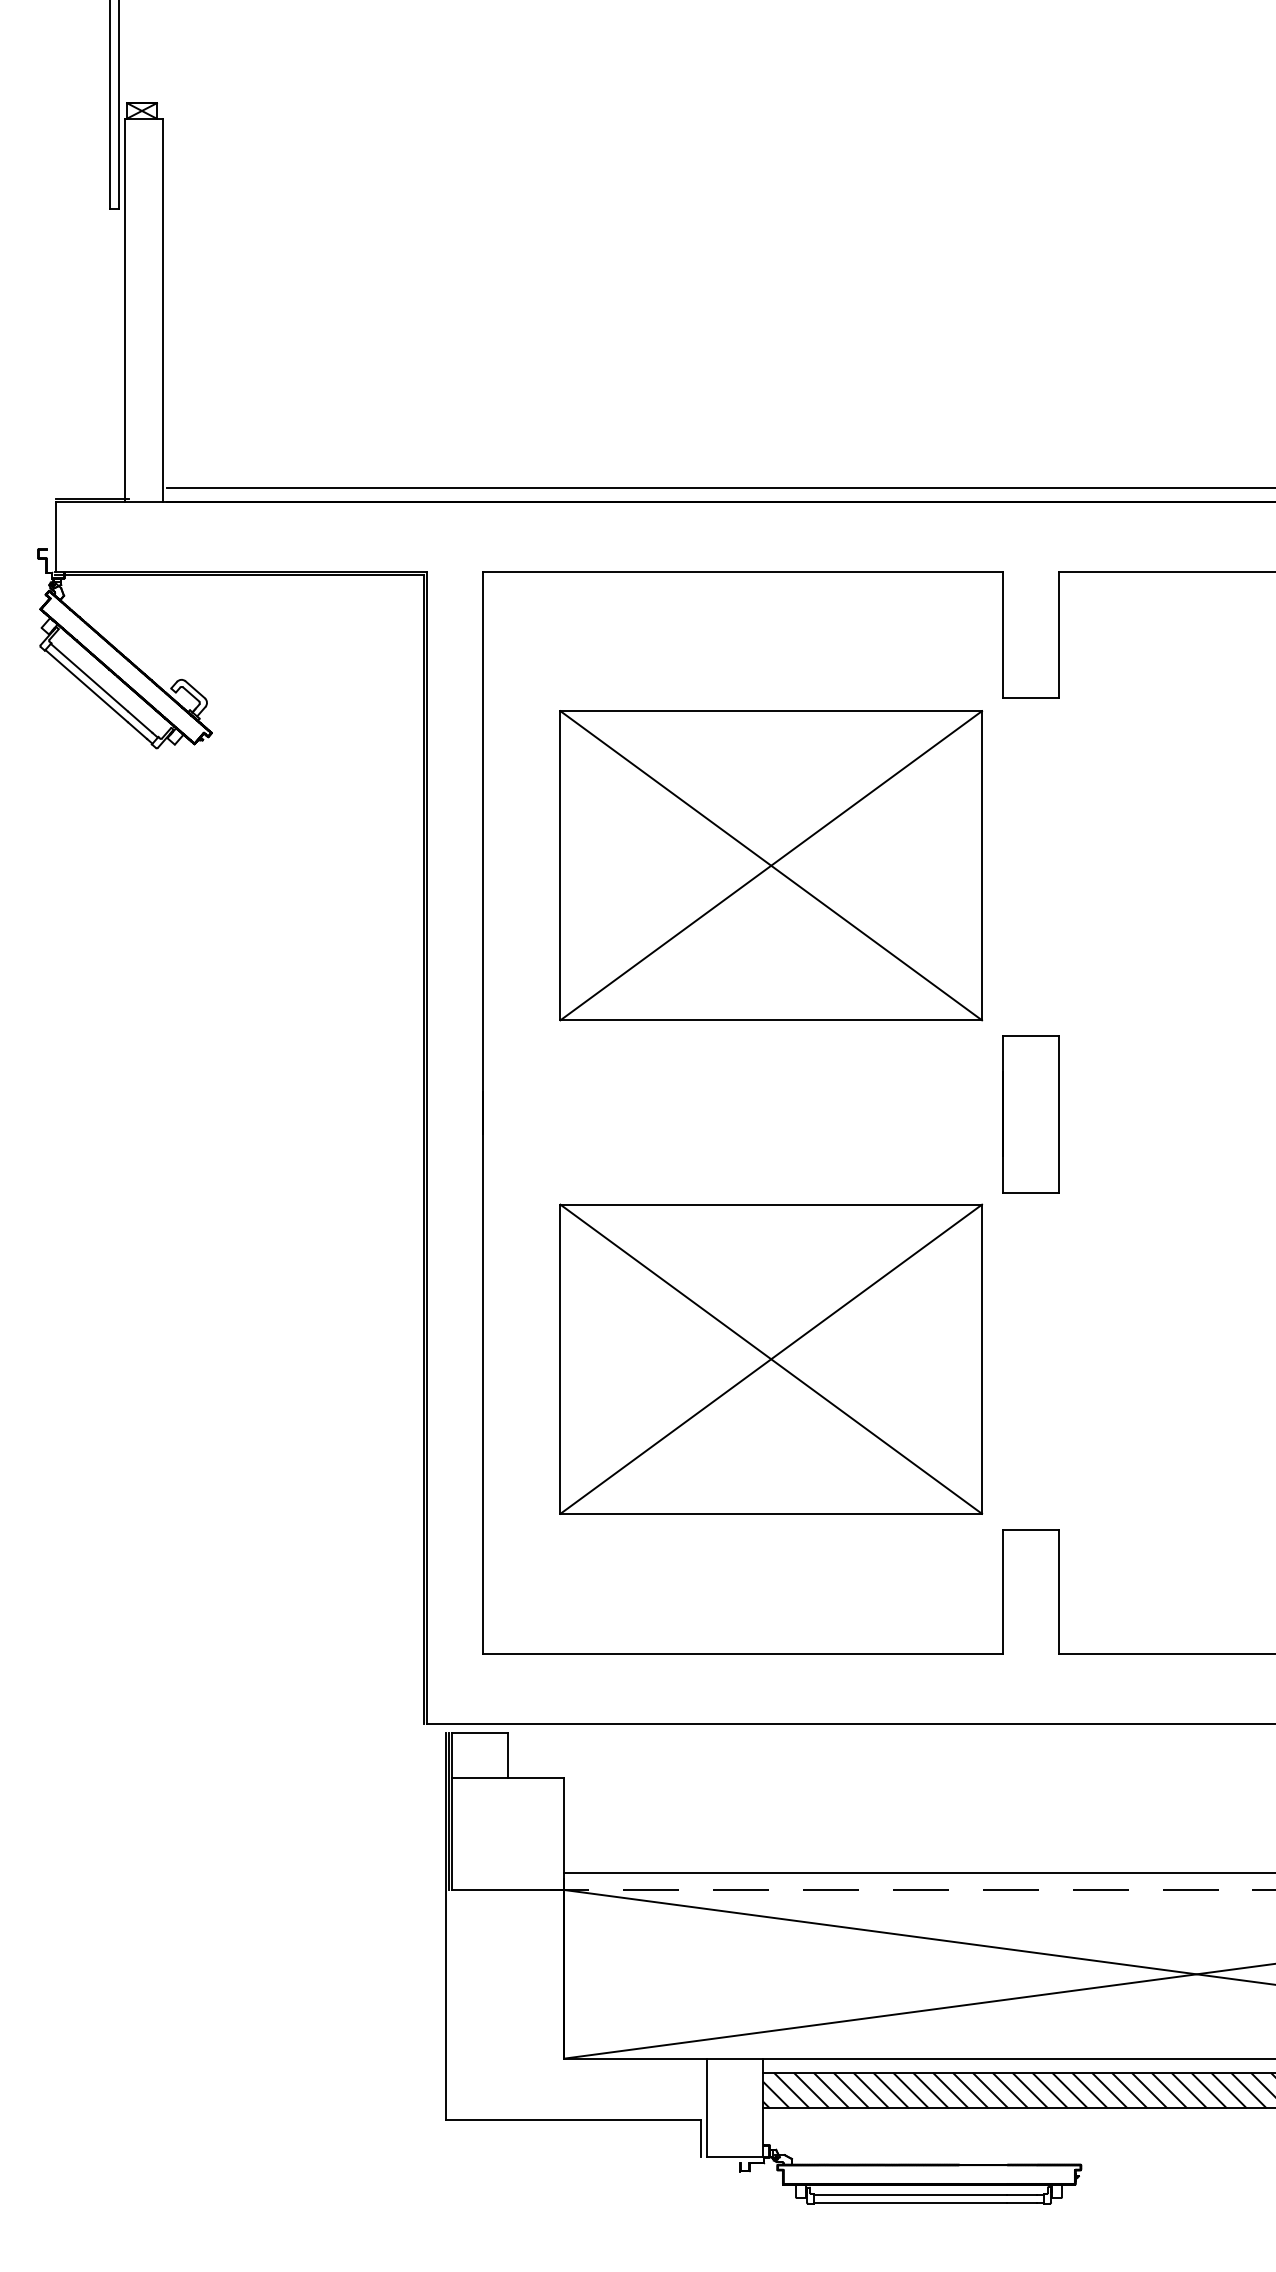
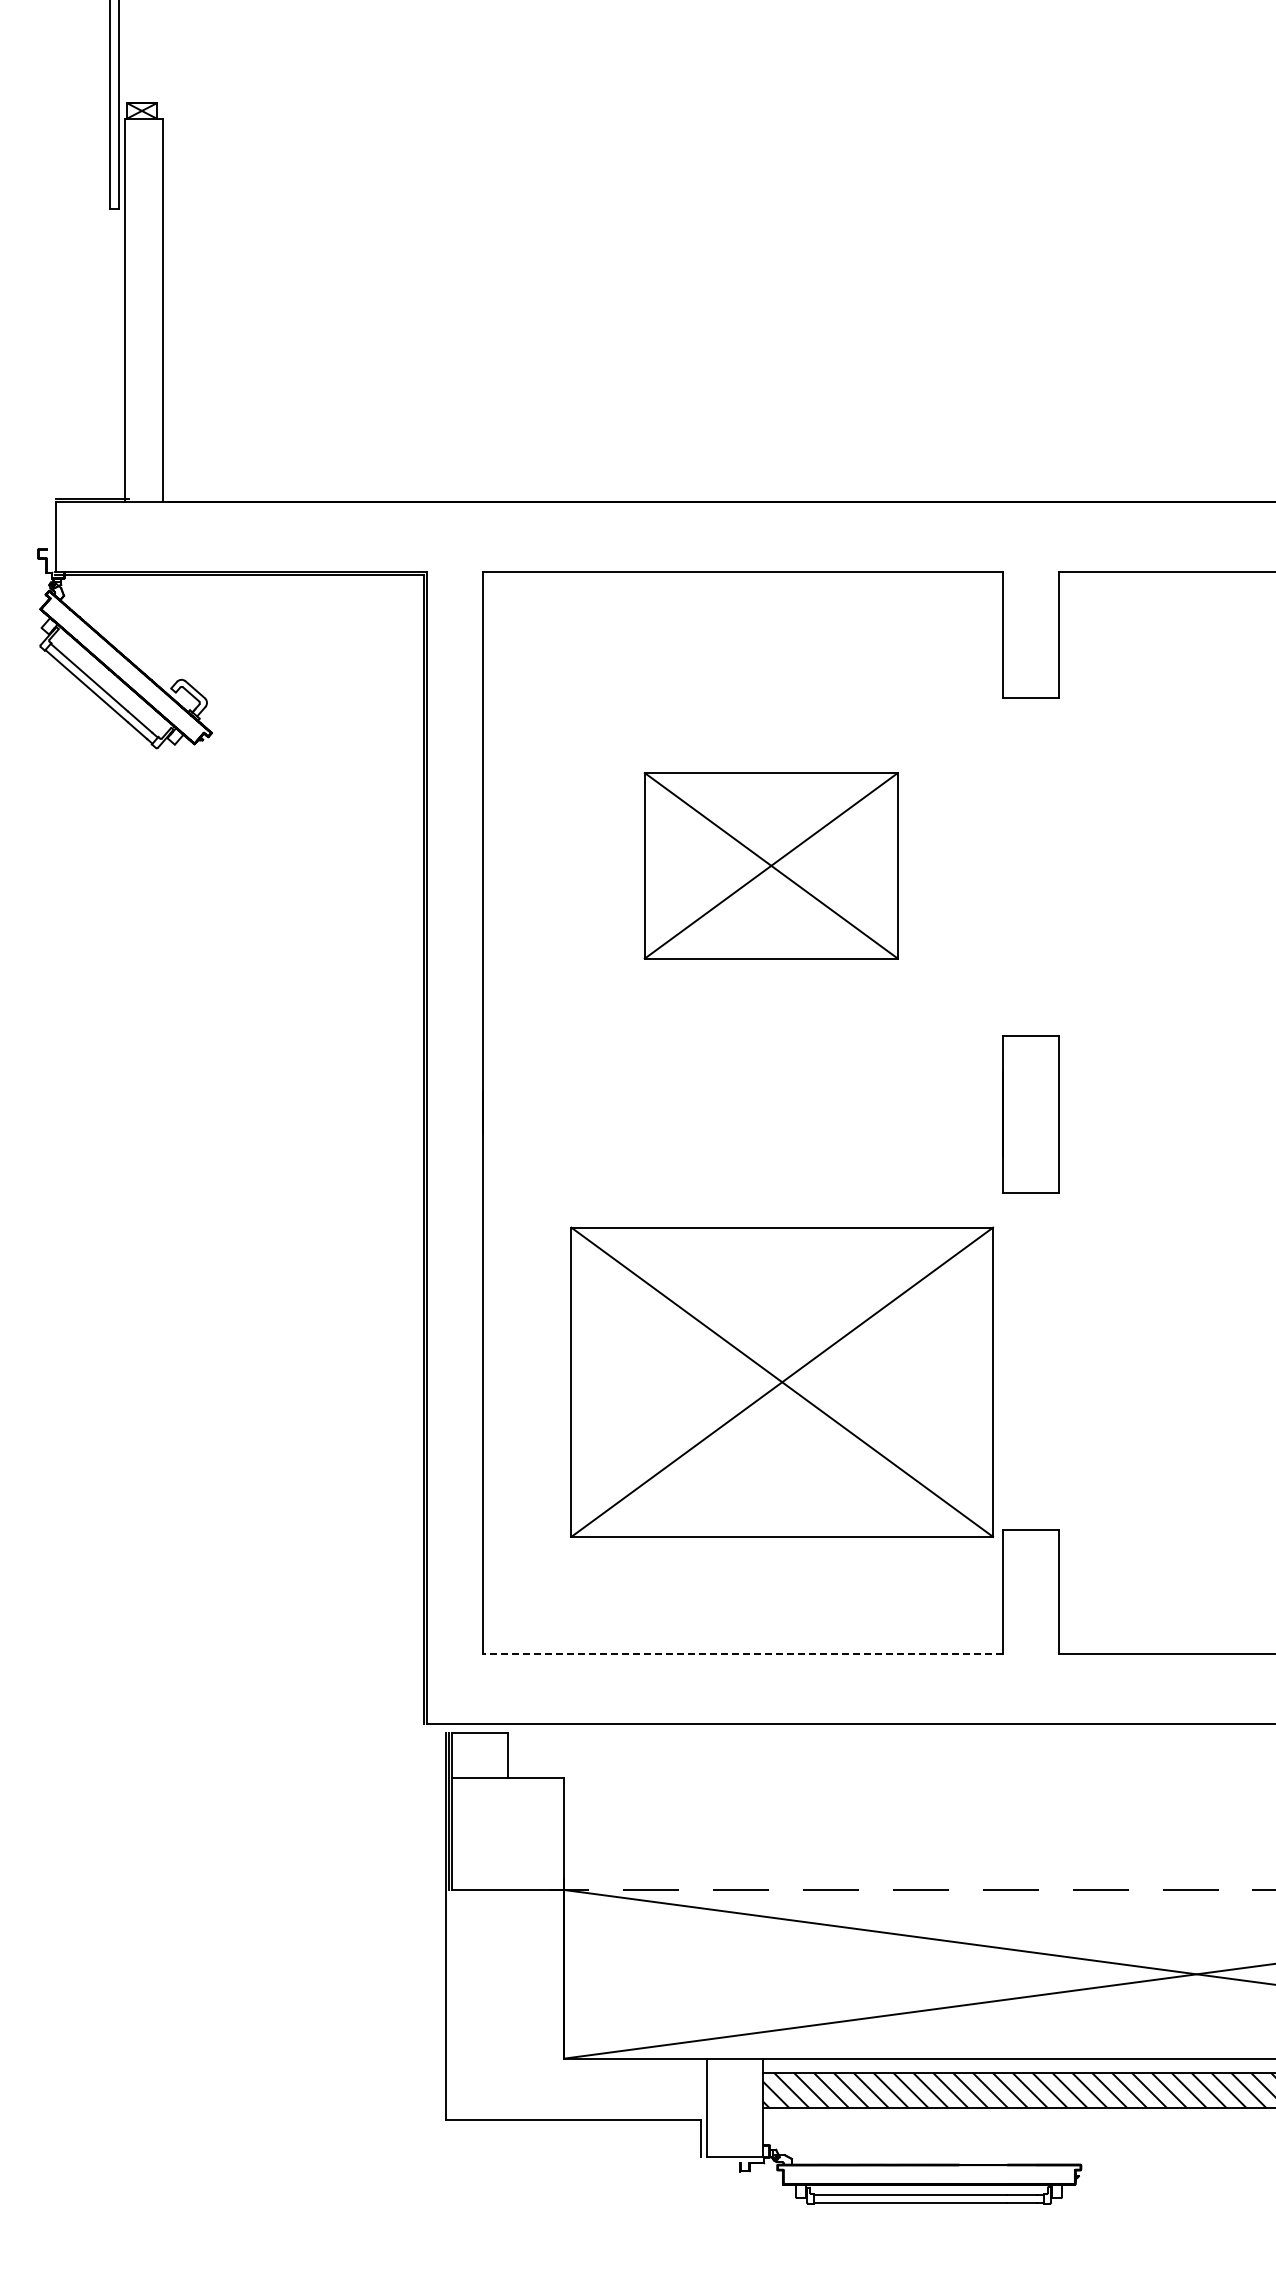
line at (719, 487): present -> none
part at (771, 865) size: 425x312 px -> 256x188 px
part at (771, 1358) position: (771, 1358) -> (782, 1381)
line at (742, 1653): solid -> dashed
line at (918, 1873): present -> none
